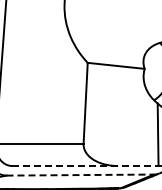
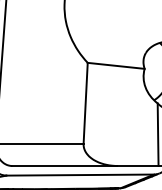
line at (87, 166): dashed -> solid
line at (80, 175): dashed -> solid
